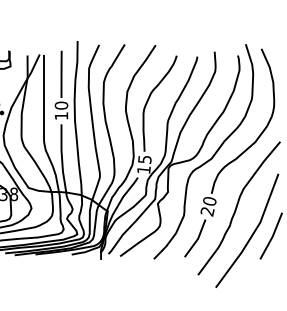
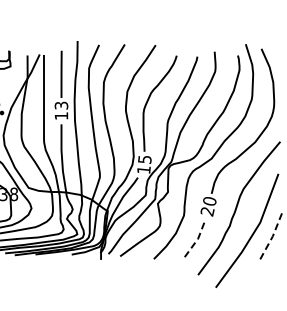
text at (61, 105): 10 -> 13
line at (272, 236): solid -> dashed
line at (198, 238): solid -> dashed
